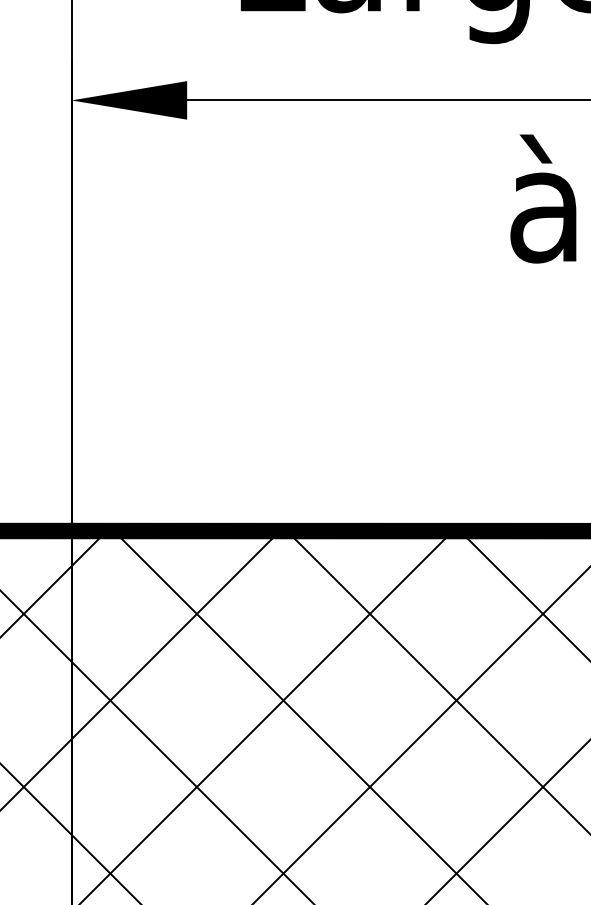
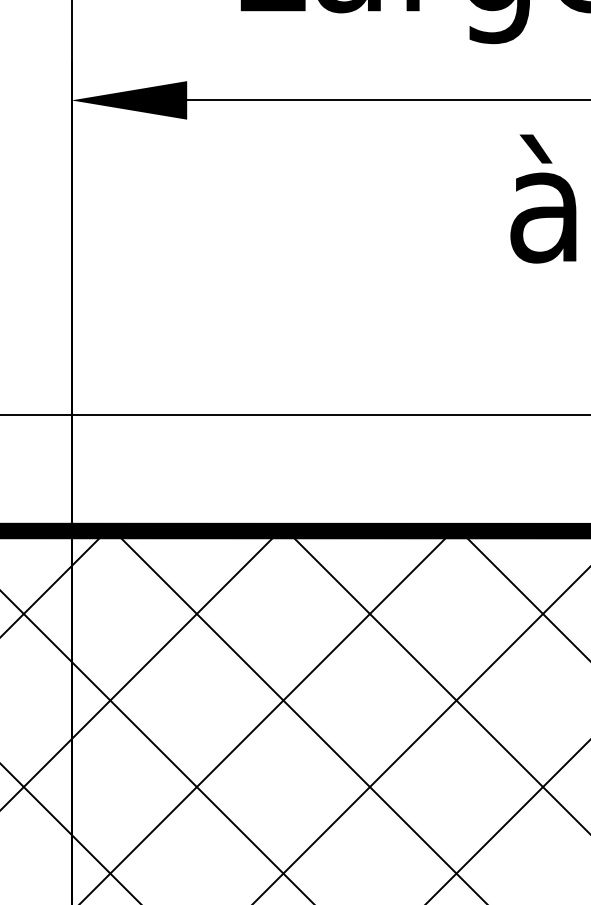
line at (294, 414): none -> present
